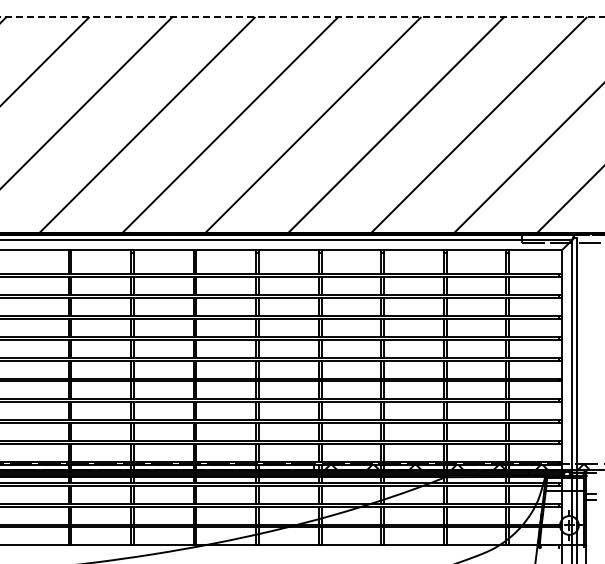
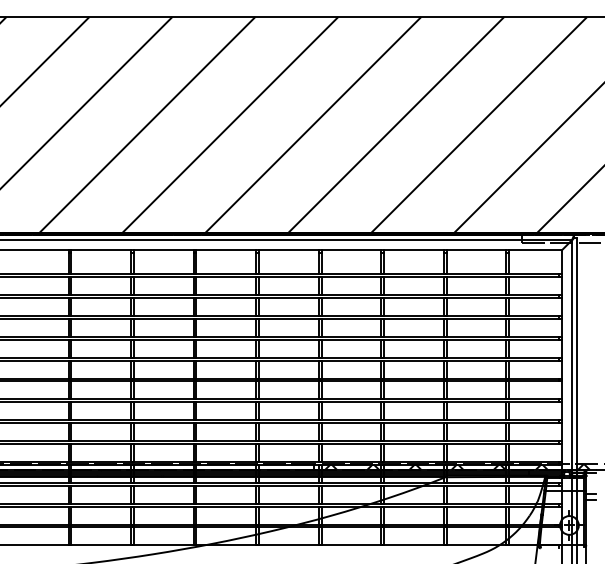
line at (302, 16): dashed -> solid
